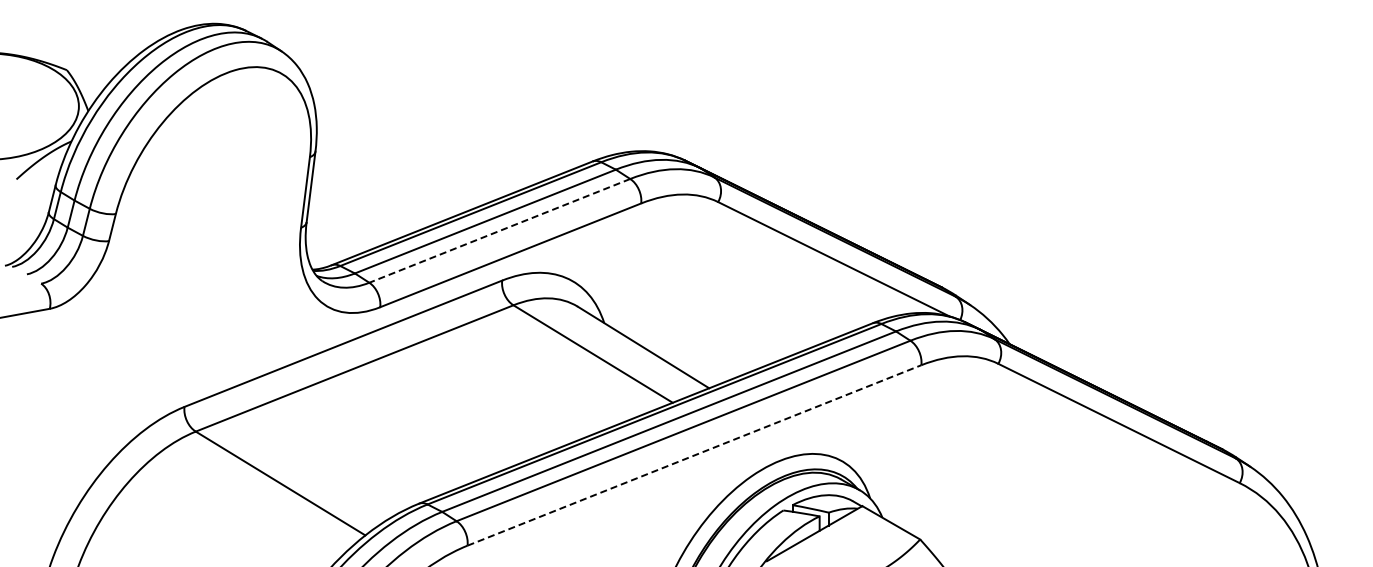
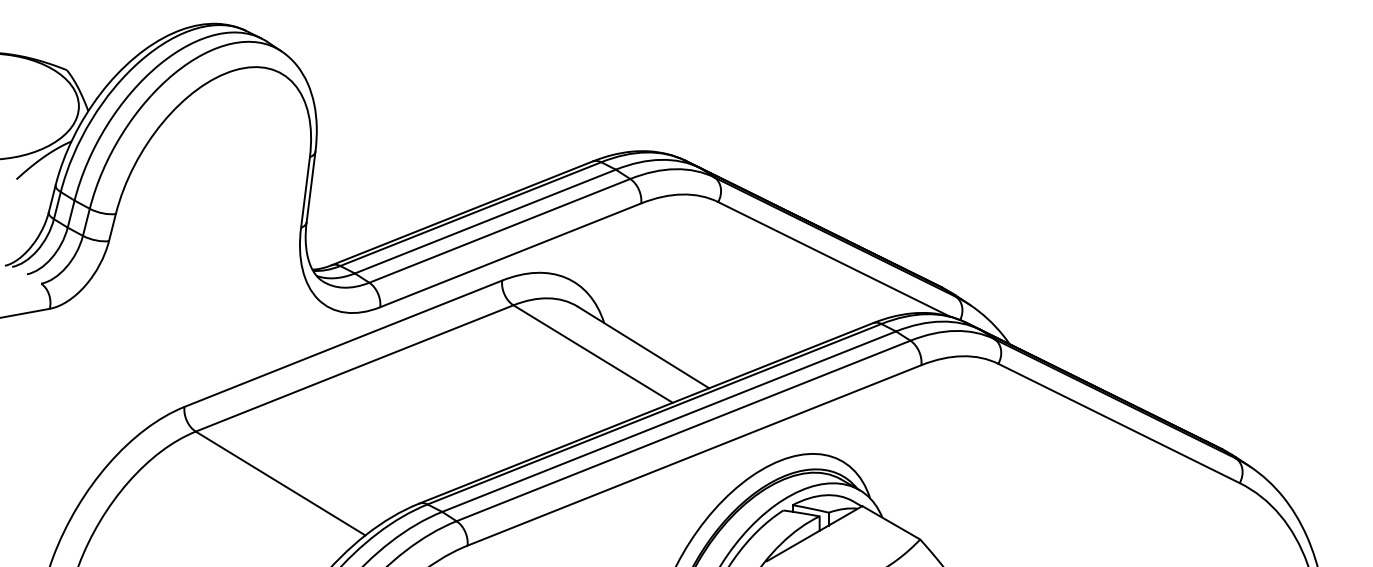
line at (499, 231): dashed -> solid
line at (694, 455): dashed -> solid
